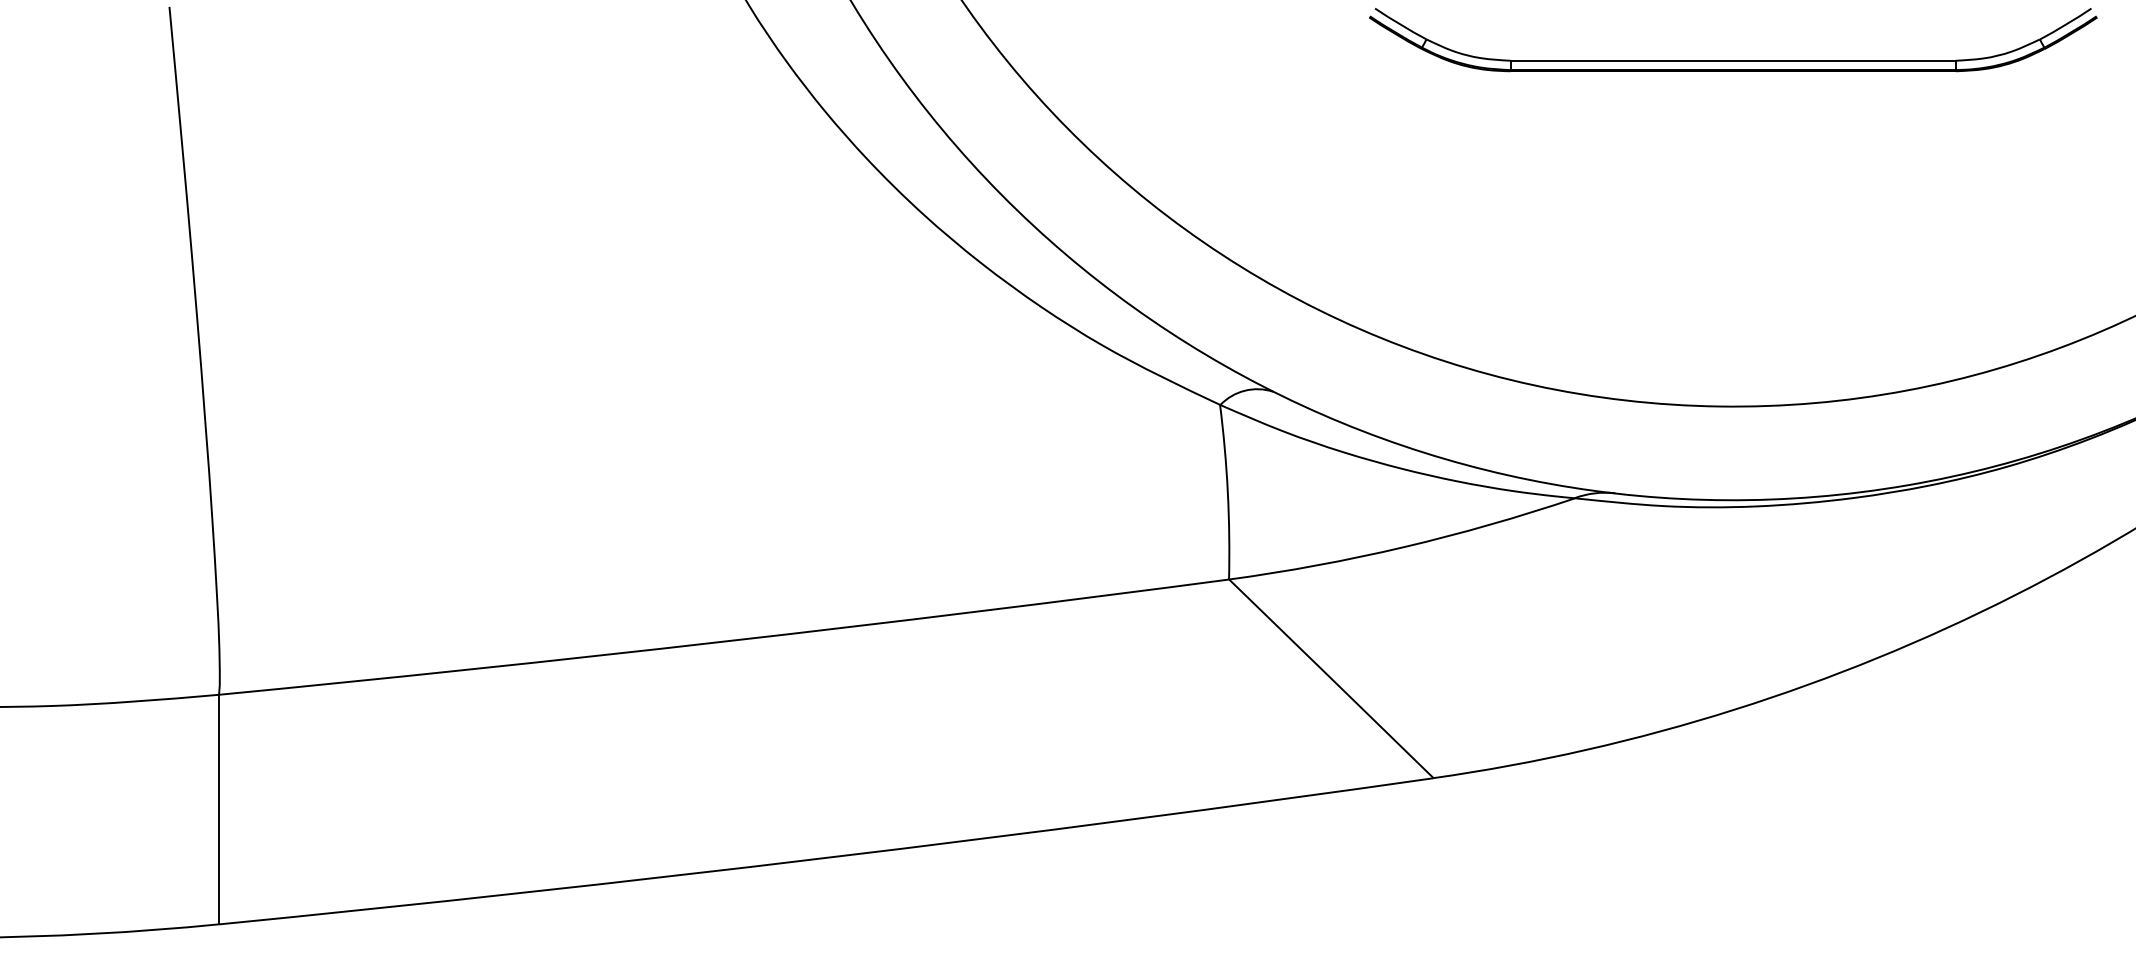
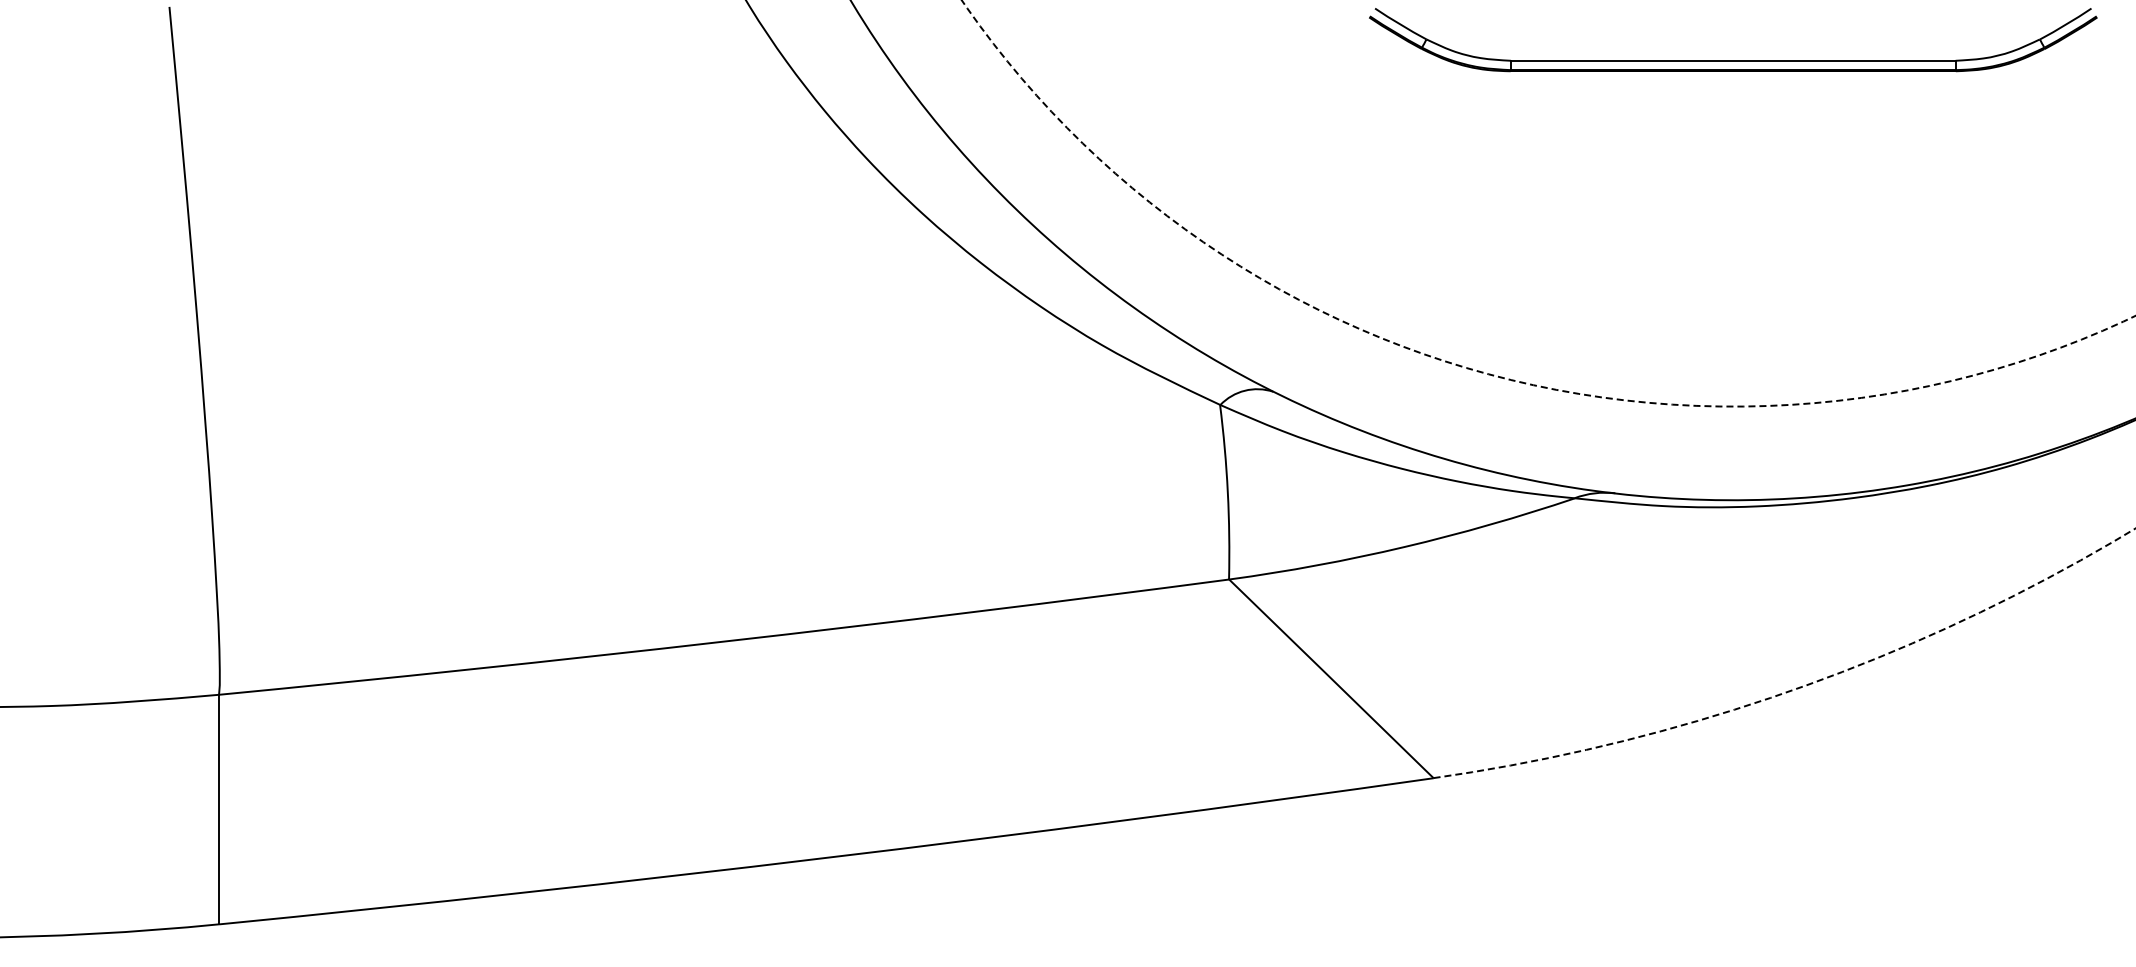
arc at (1488, 374): solid -> dashed
arc at (1796, 688): solid -> dashed
